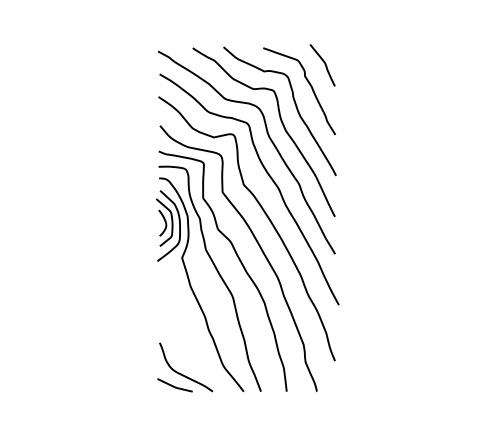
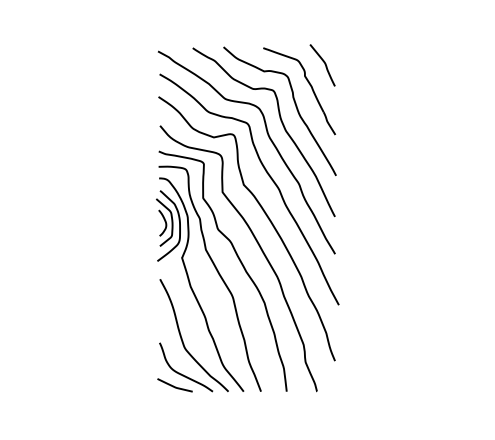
curve at (182, 337): none -> present
